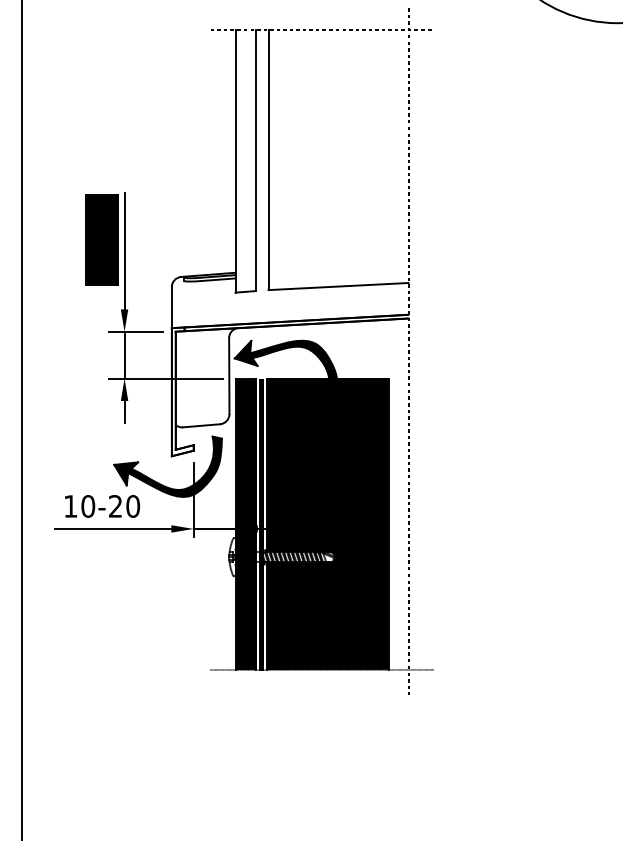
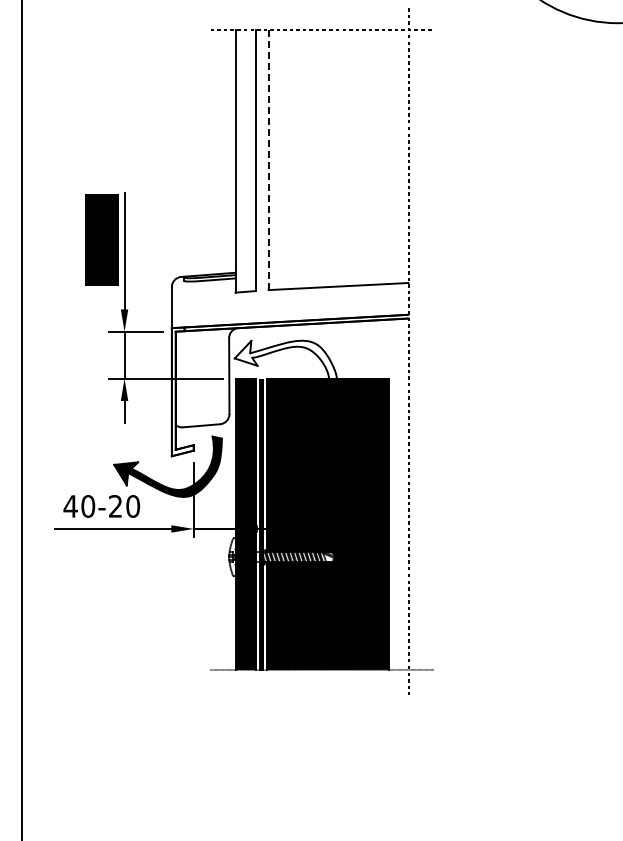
line at (268, 160): solid -> dashed
fill at (285, 373): present -> none
text at (70, 506): 10-20 -> 40-20
